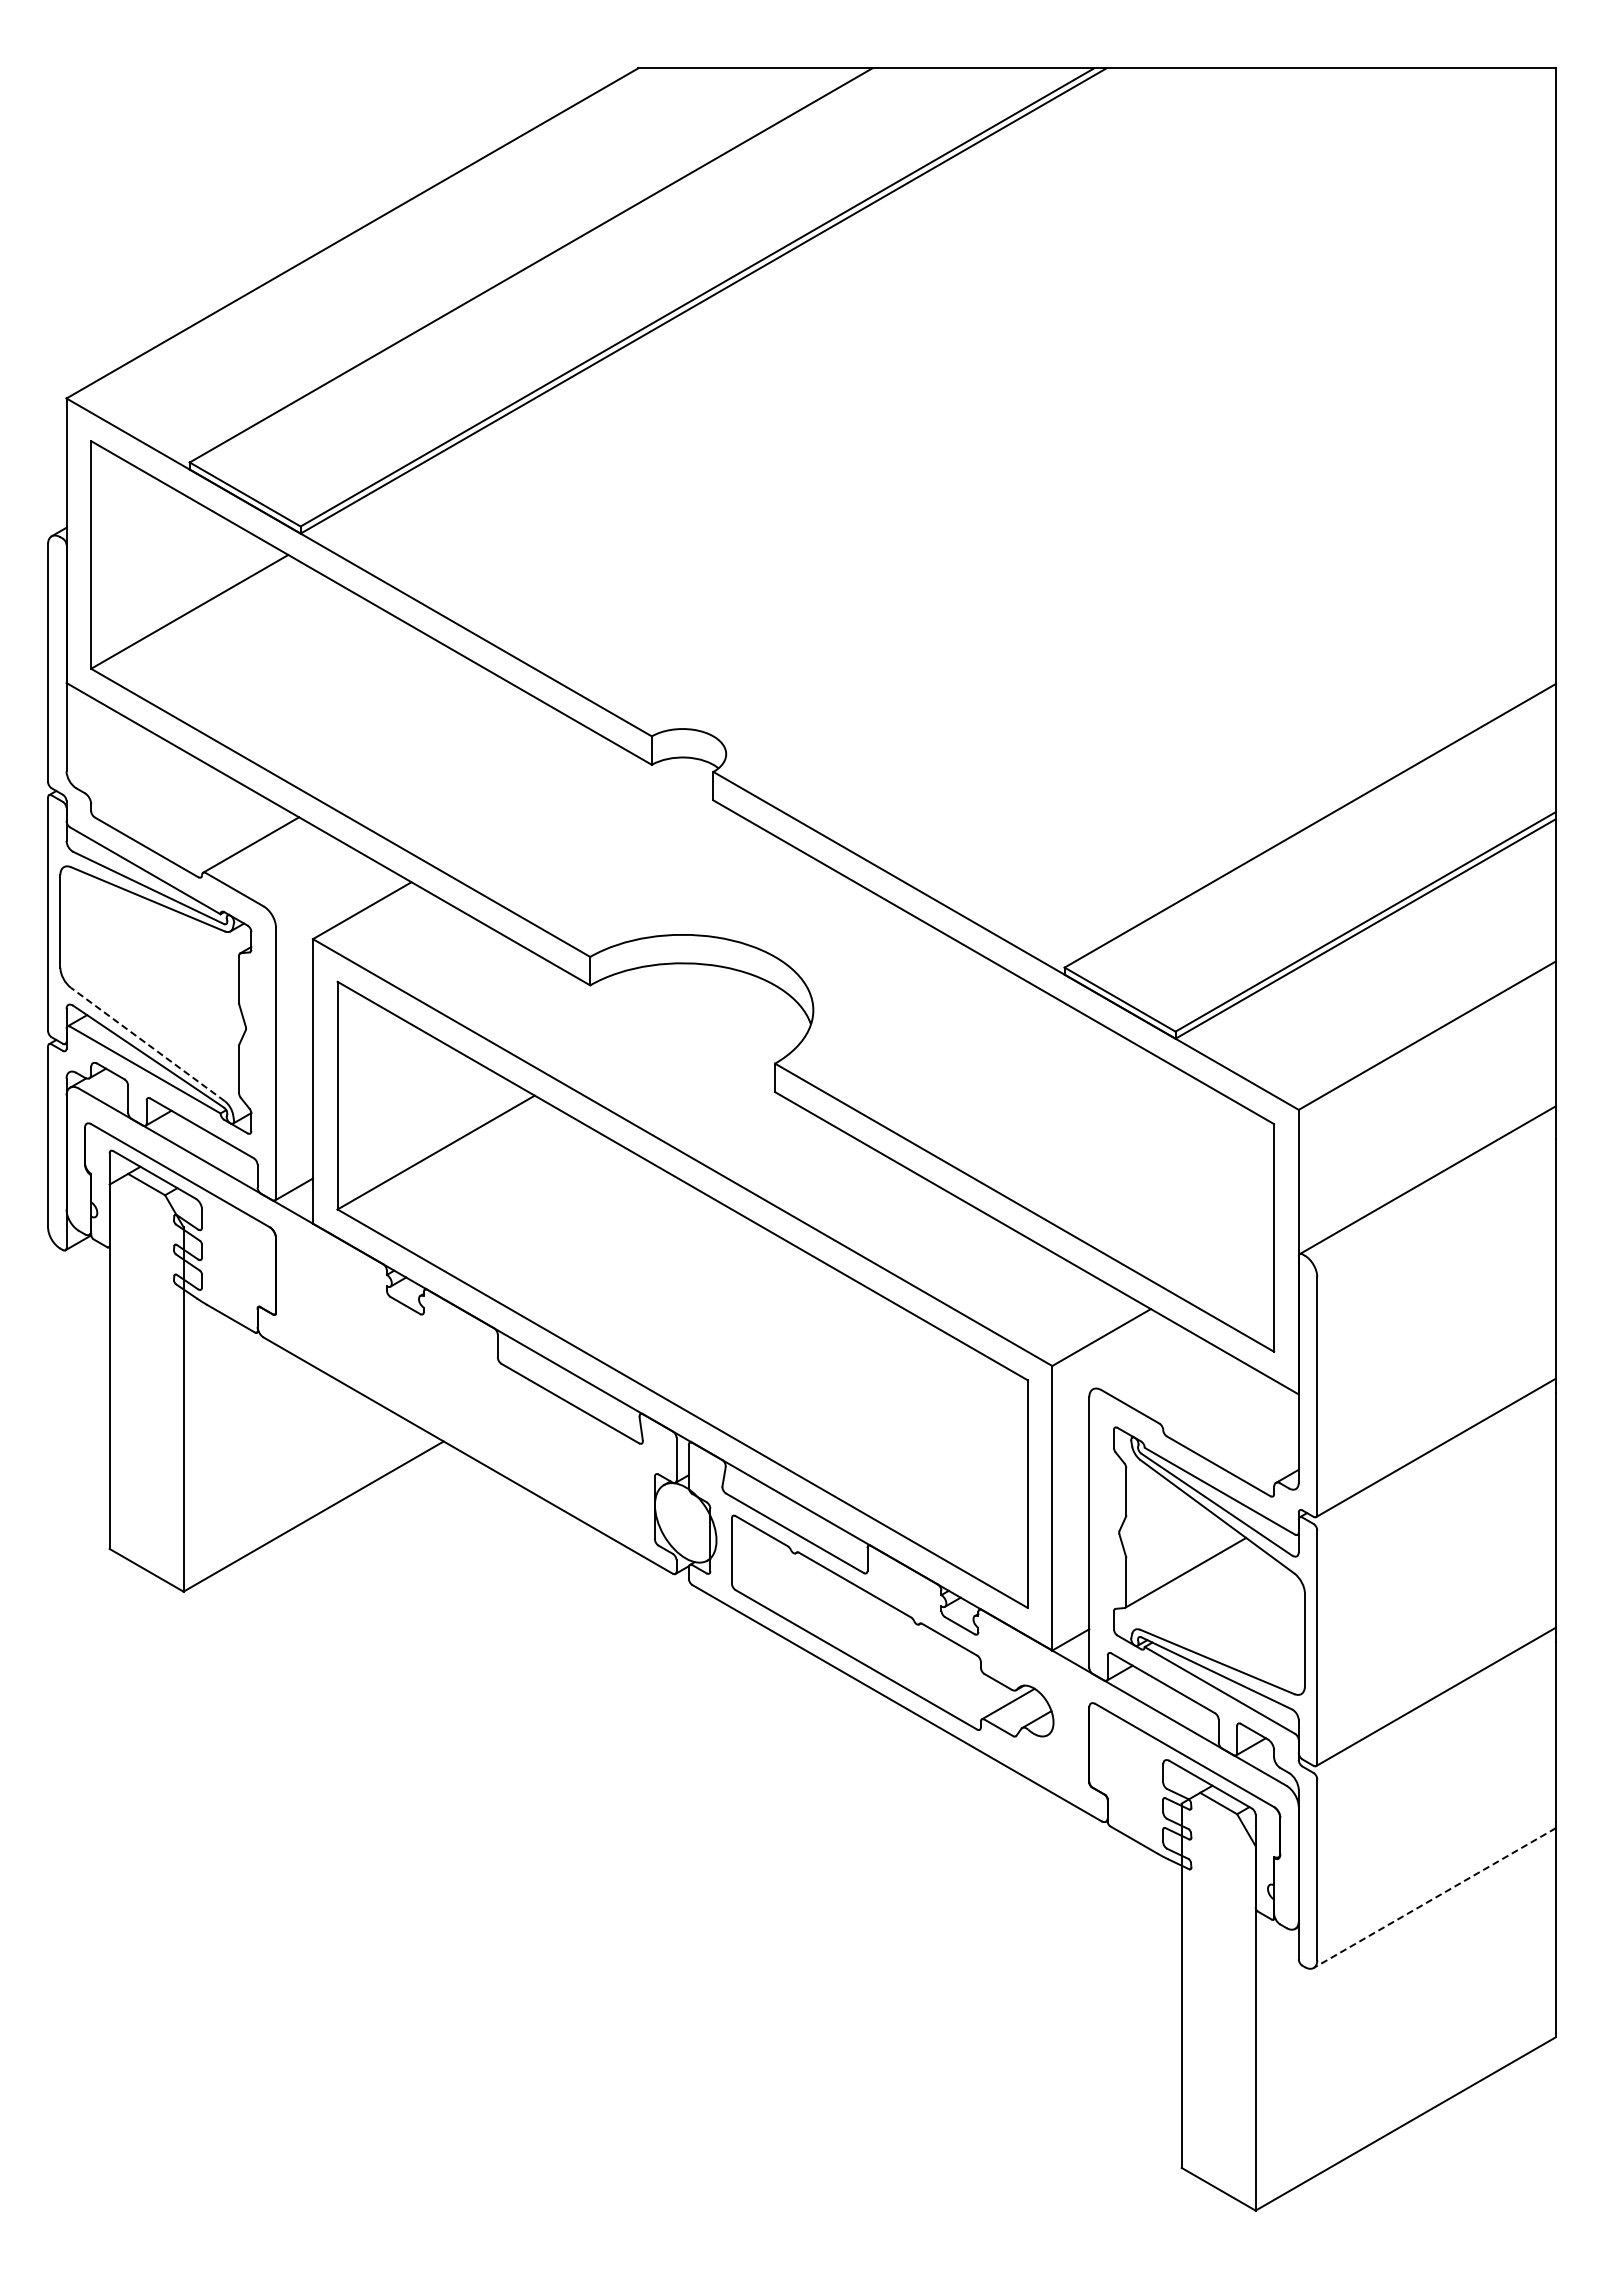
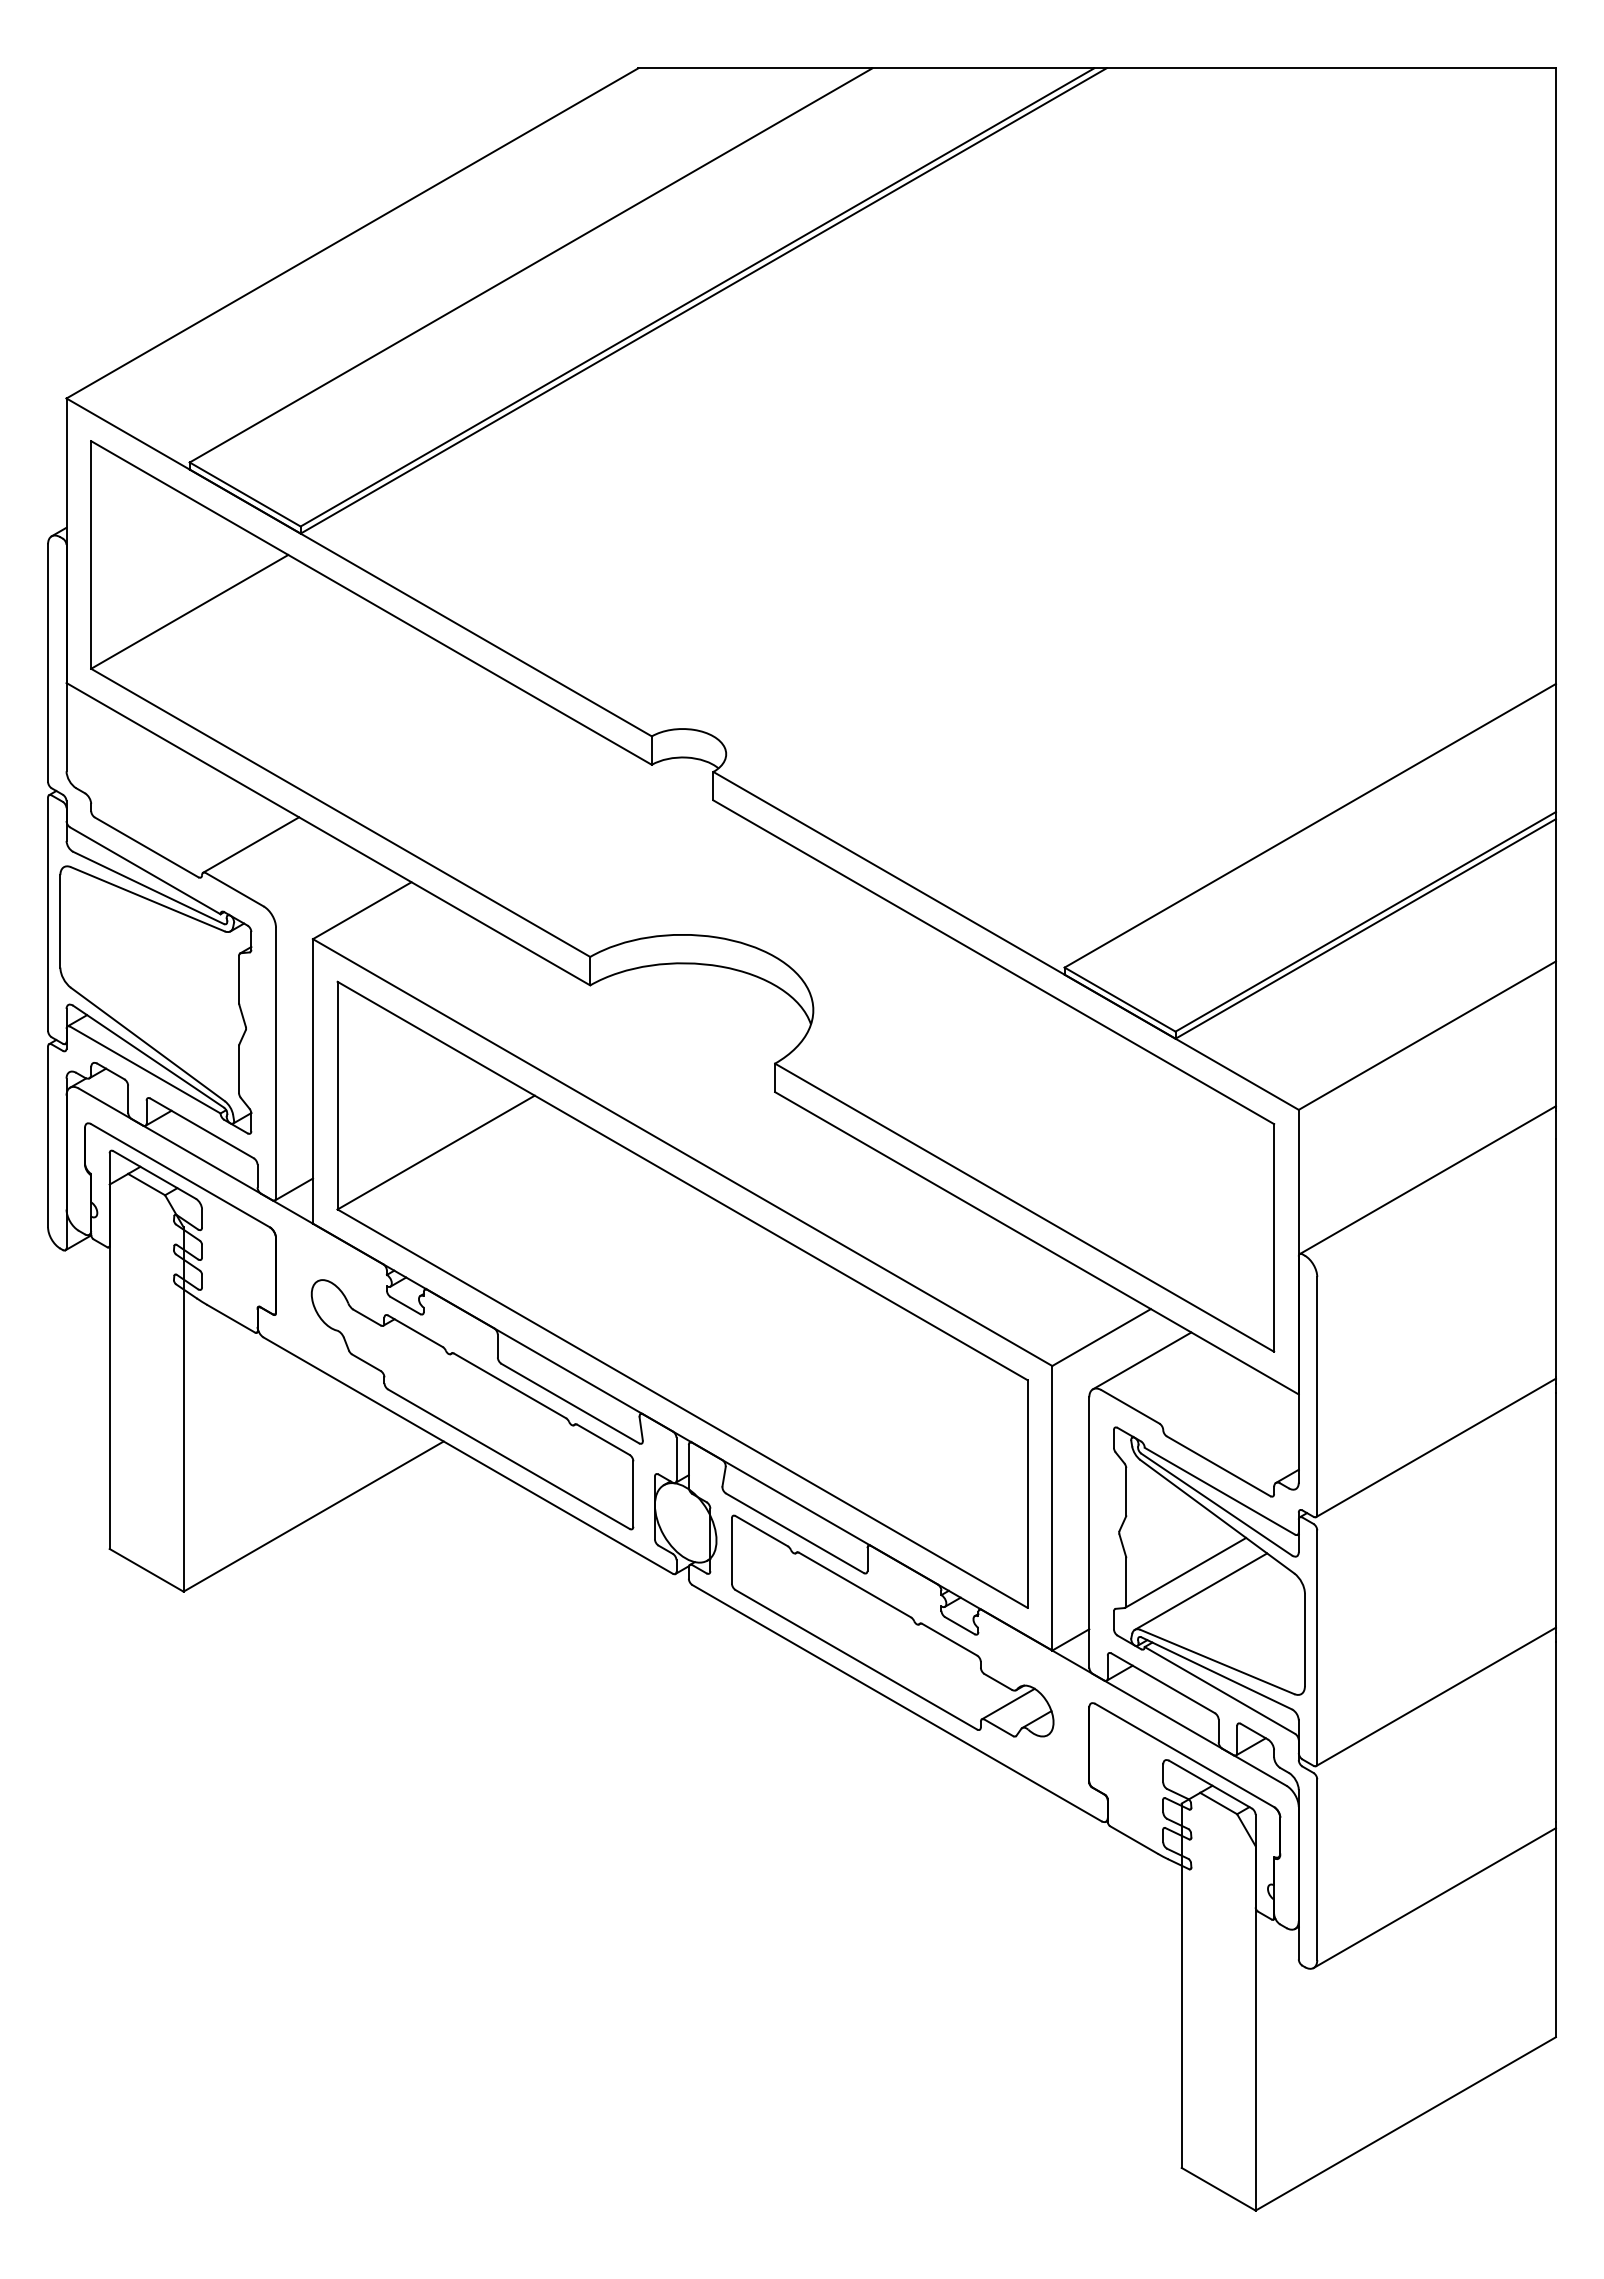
line at (147, 1044): dashed -> solid
line at (1141, 1360): none -> present
part at (472, 1404): none -> present
line at (1200, 1591): none -> present
line at (1434, 1898): dashed -> solid
